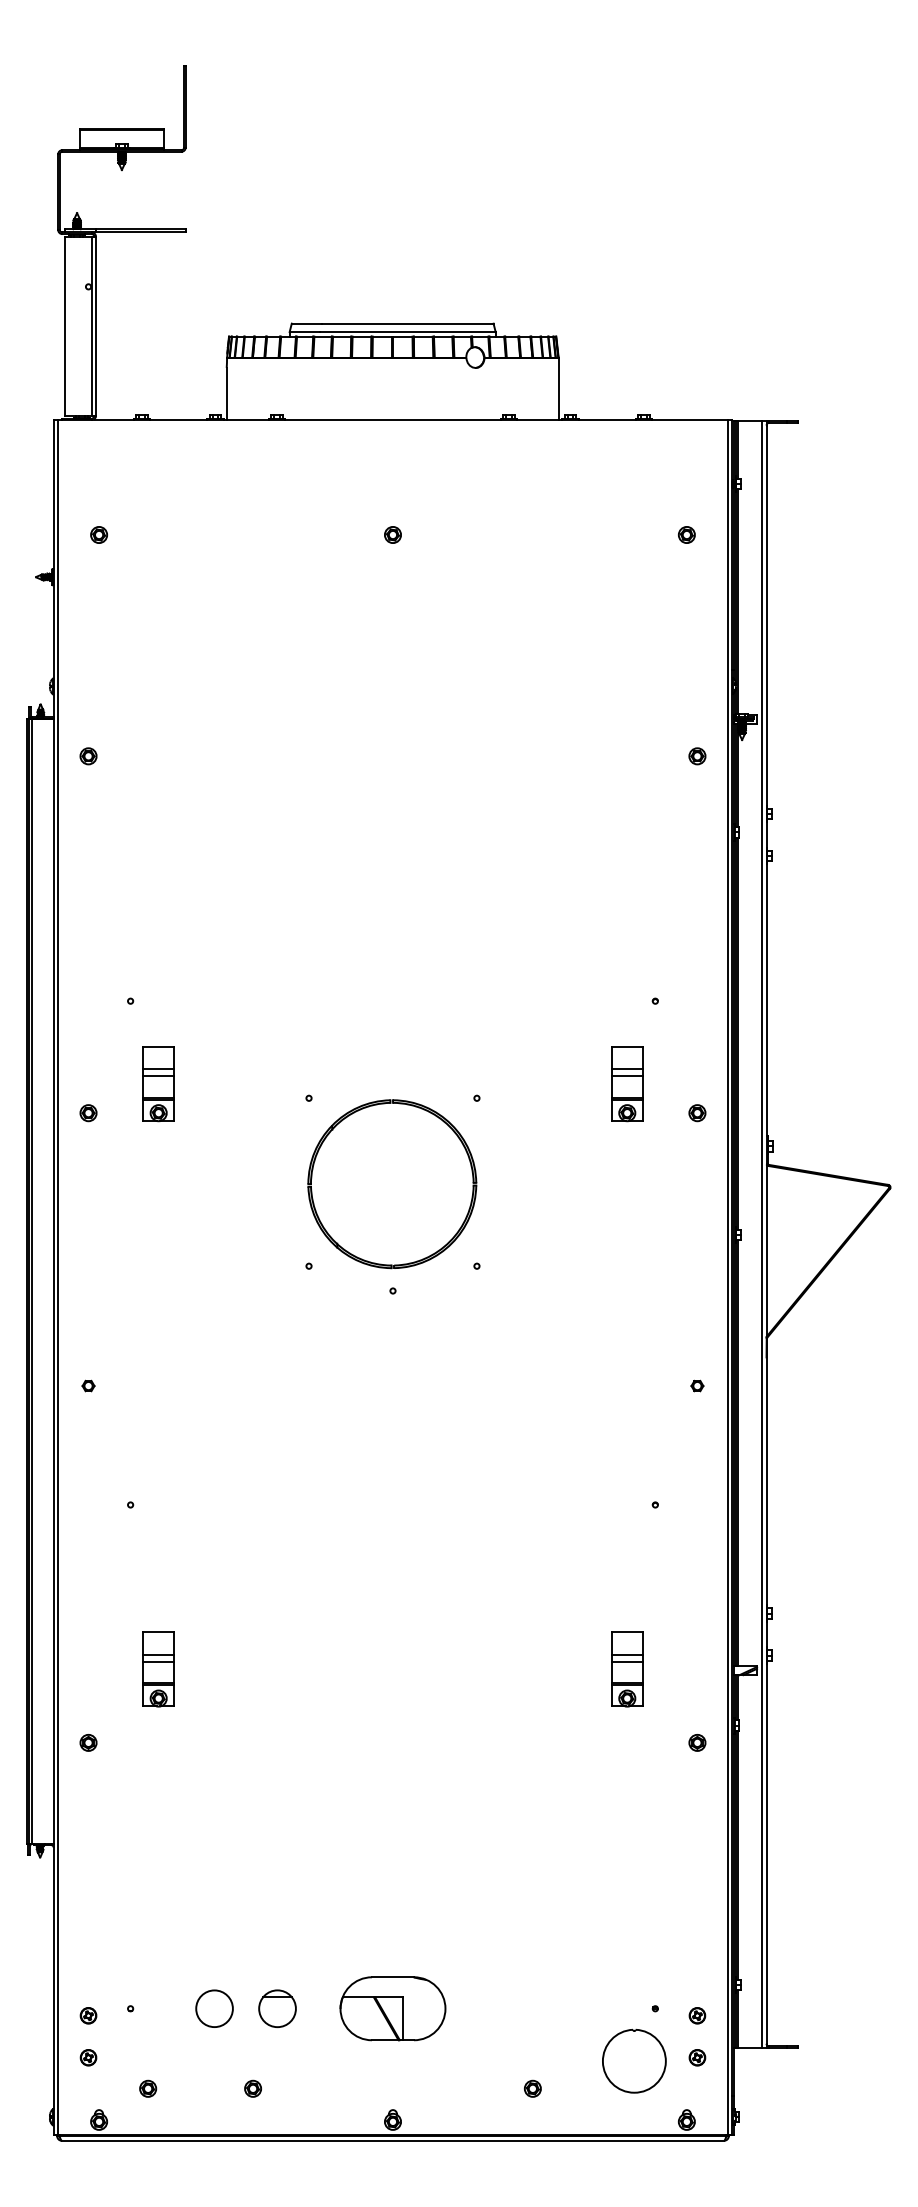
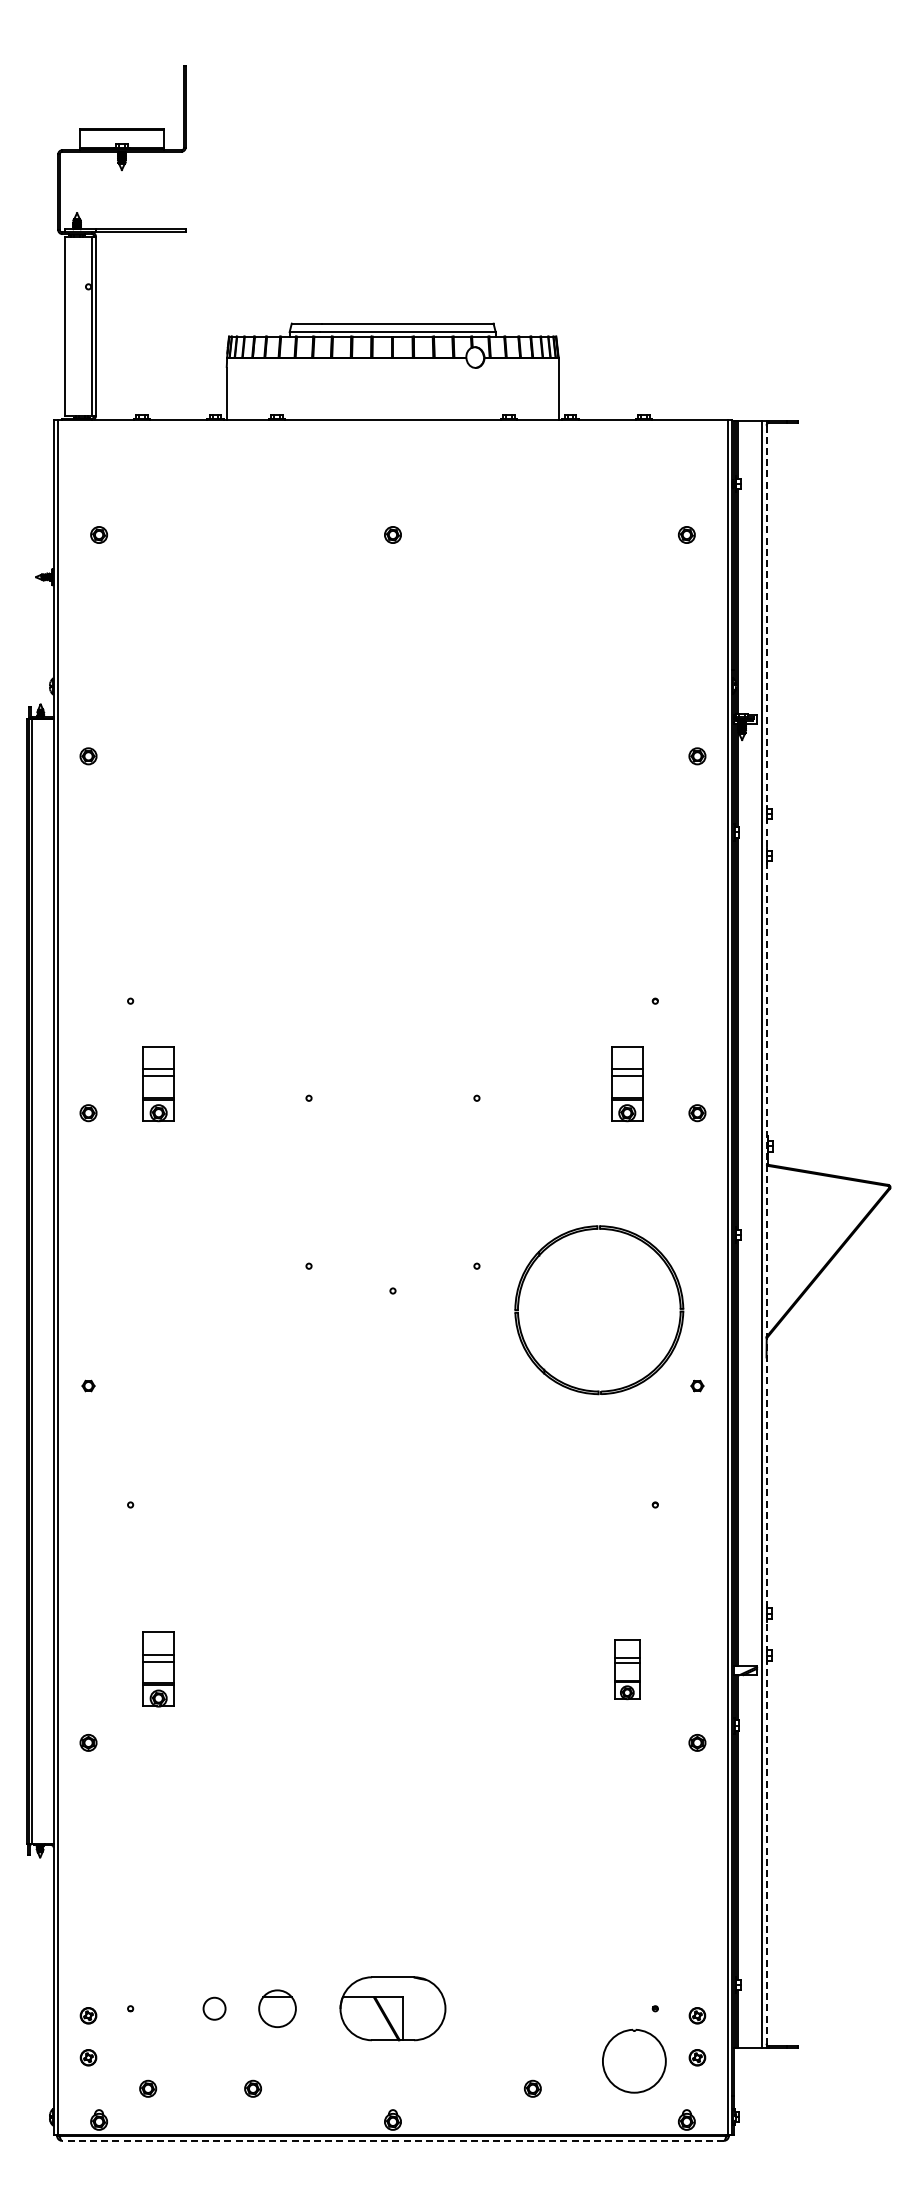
part at (392, 1184) position: (392, 1184) -> (599, 1310)
line at (766, 1235): solid -> dashed
part at (627, 1669) size: 33x77 px -> 27x62 px
circle at (214, 2008) diameter: 37 px -> 22 px
line at (392, 2140): solid -> dashed
